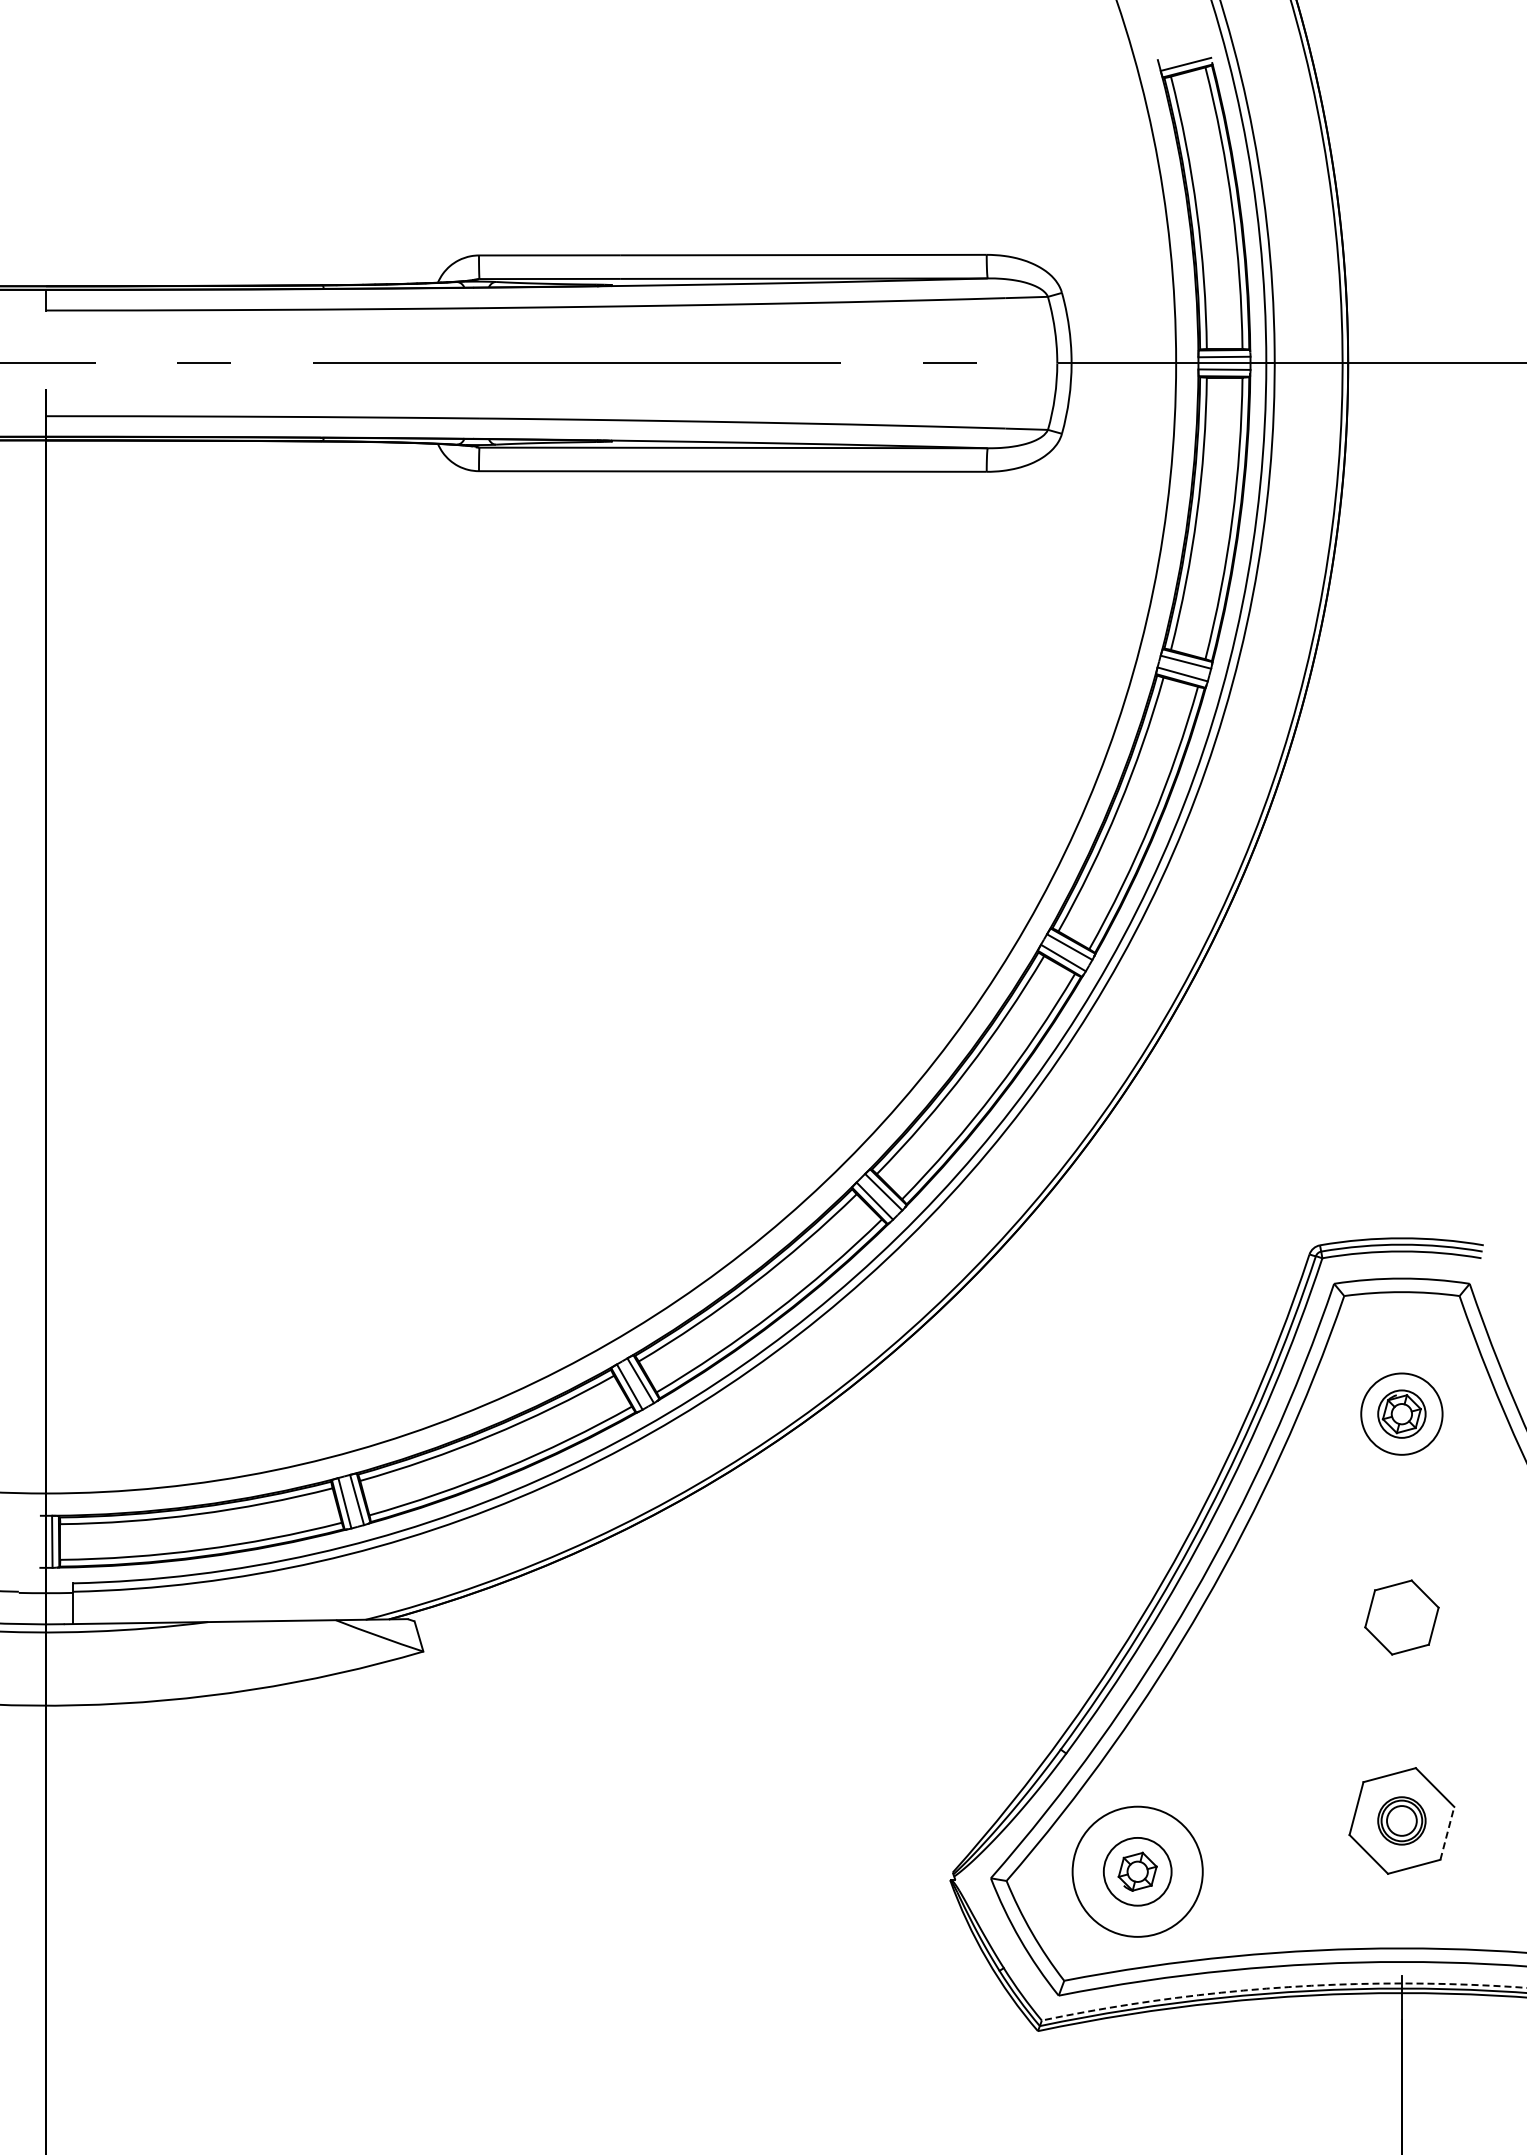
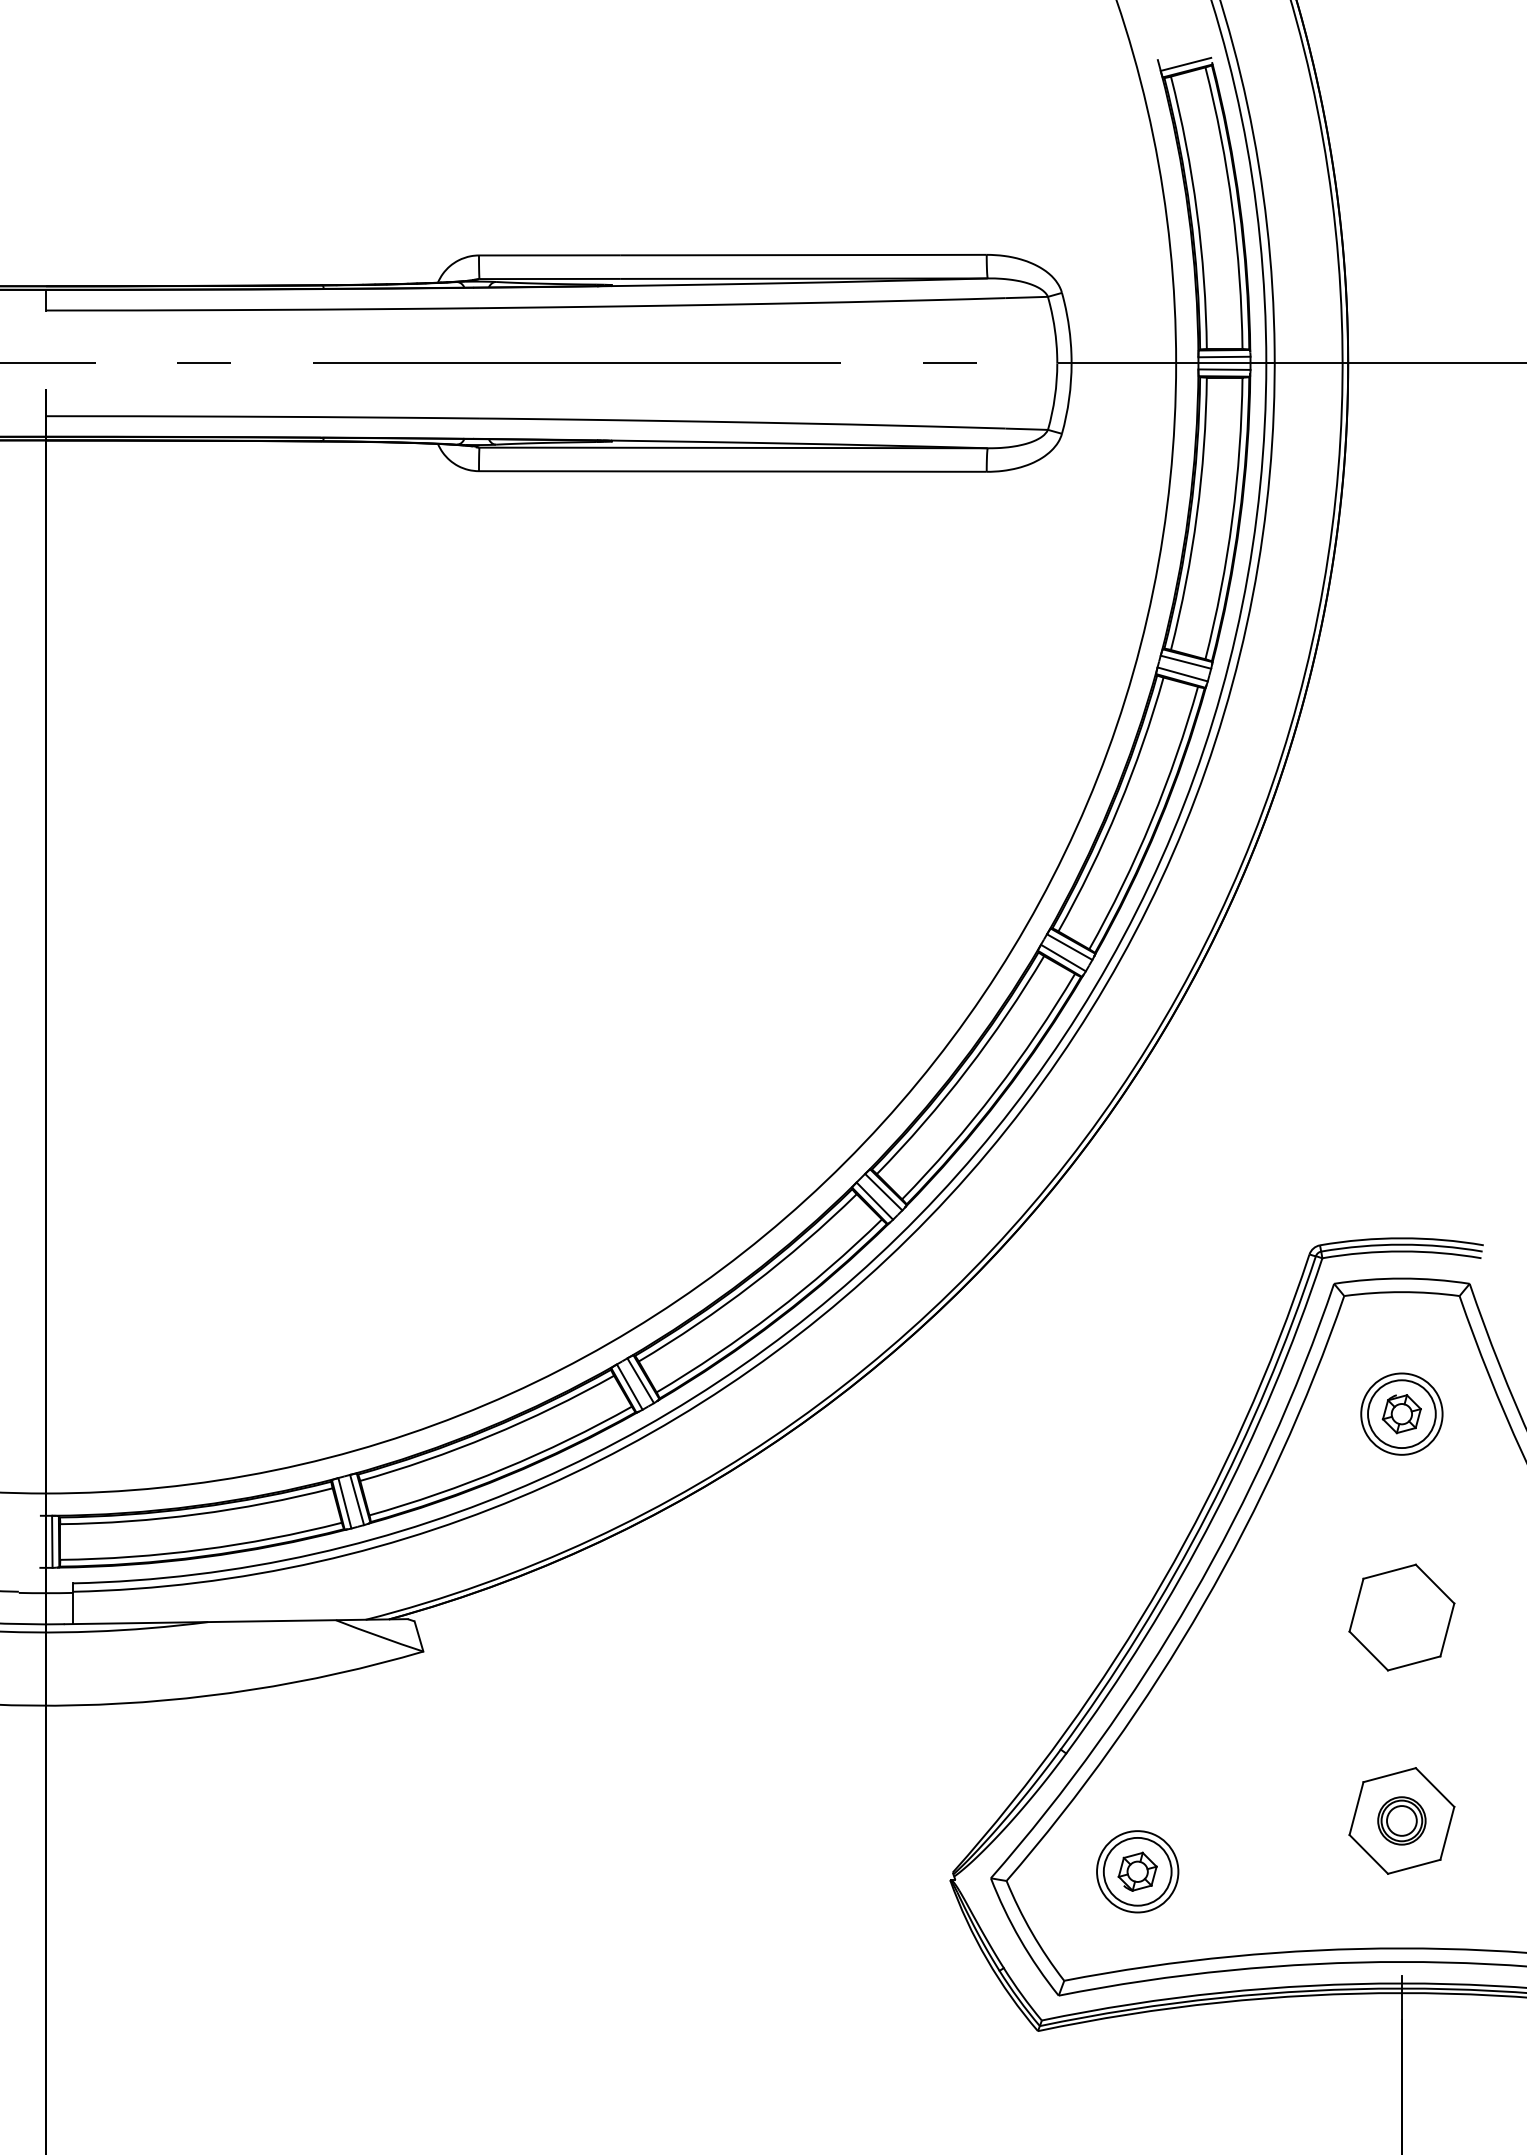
circle at (1401, 1413) diameter: 47 px -> 68 px
part at (1401, 1617) size: 76x77 px -> 108x109 px
line at (1447, 1832): dashed -> solid
circle at (1137, 1871) diameter: 130 px -> 81 px
arc at (1282, 1987): dashed -> solid
